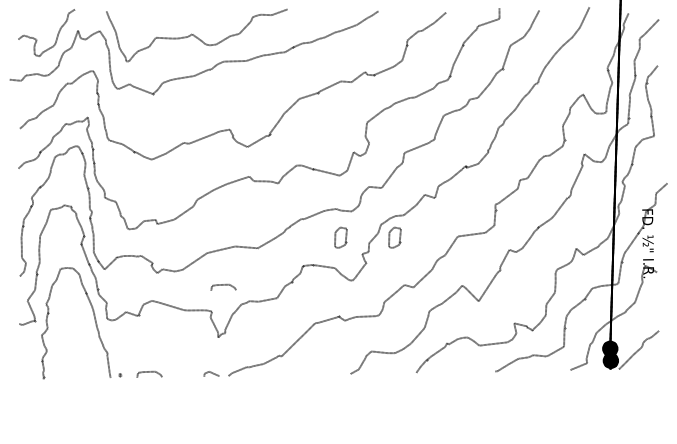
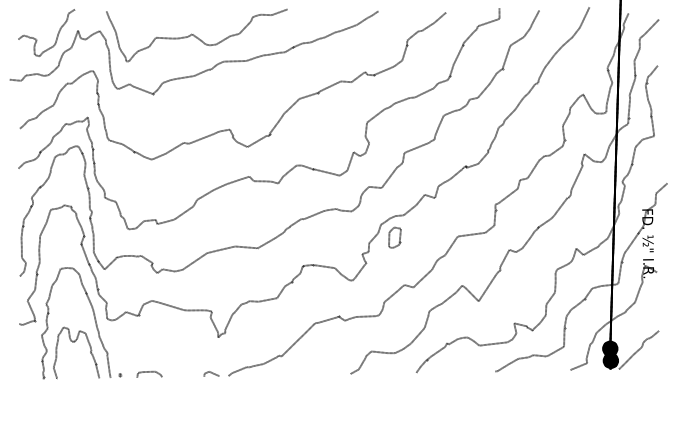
part at (340, 237): present -> none
curve at (223, 285): present -> none
curve at (74, 342): none -> present
